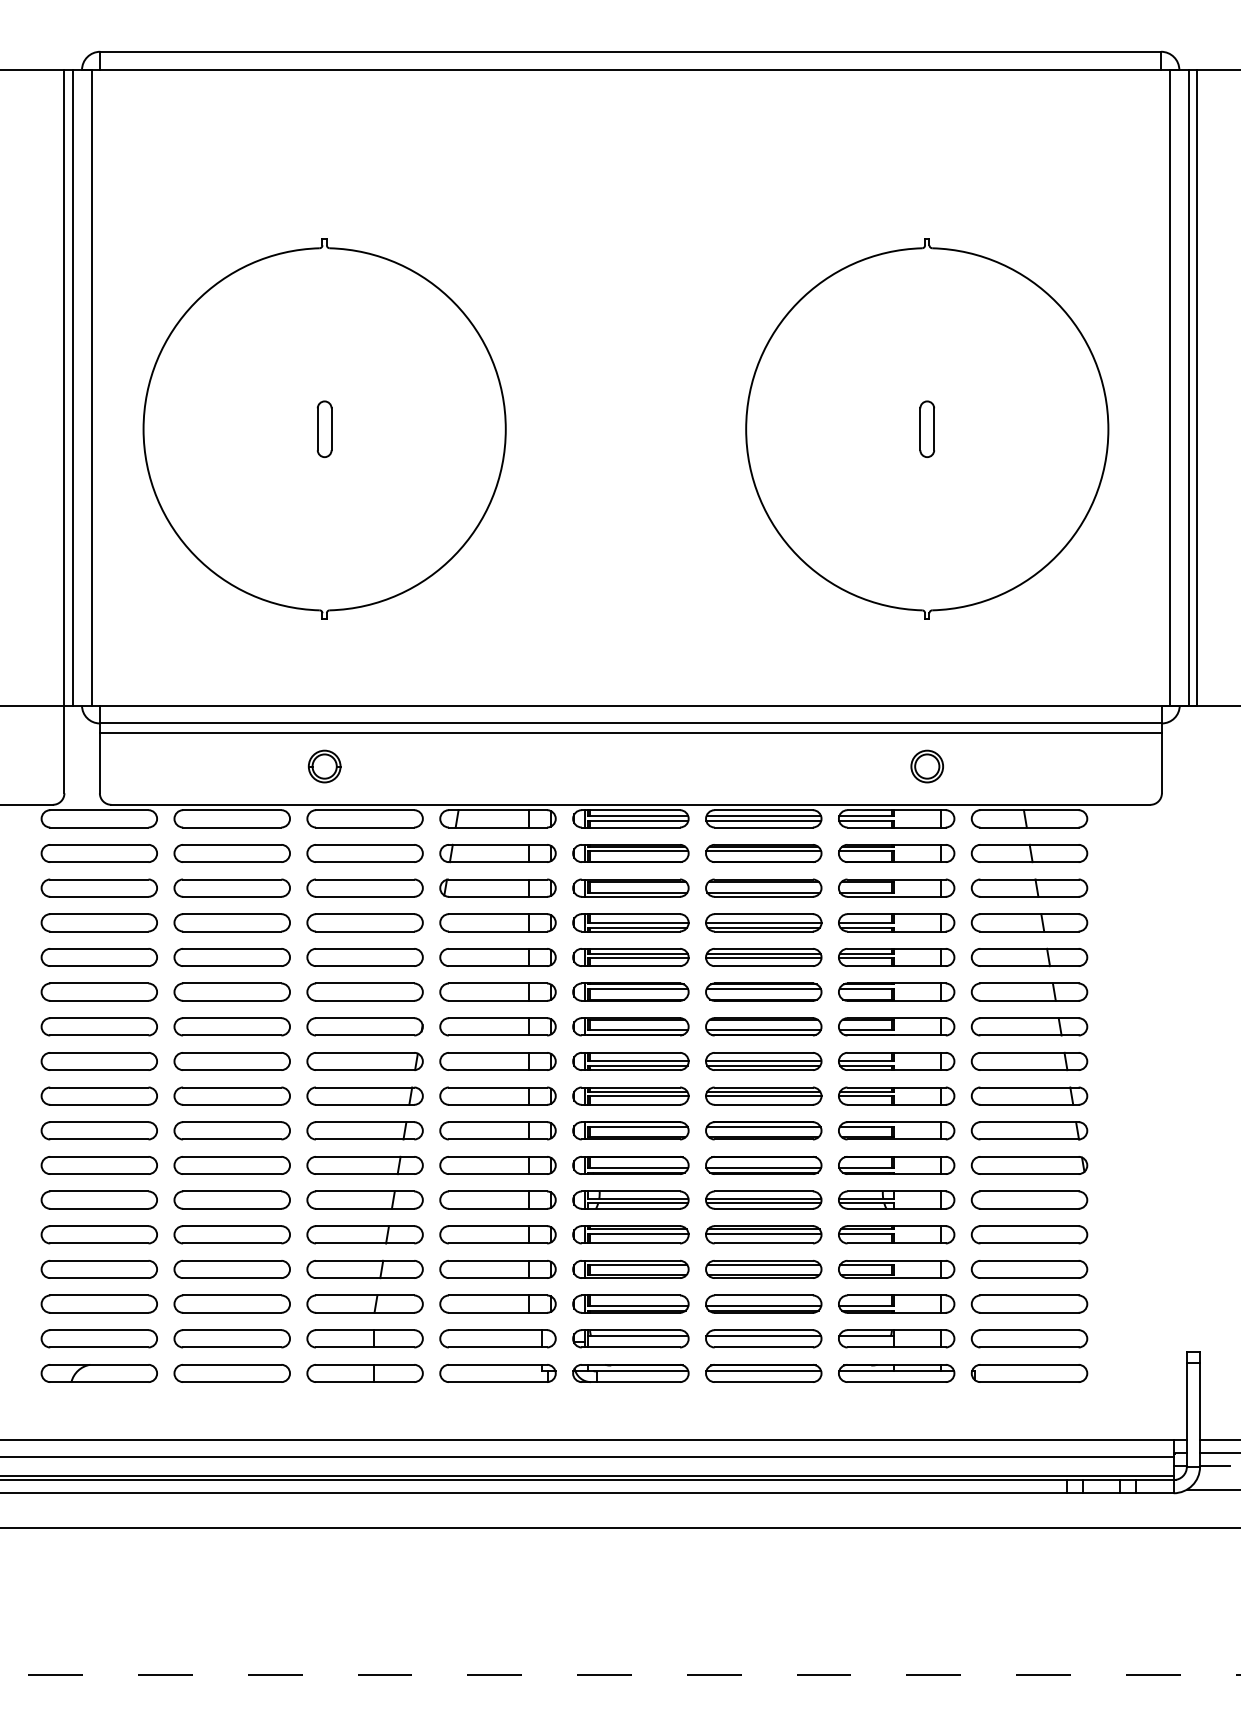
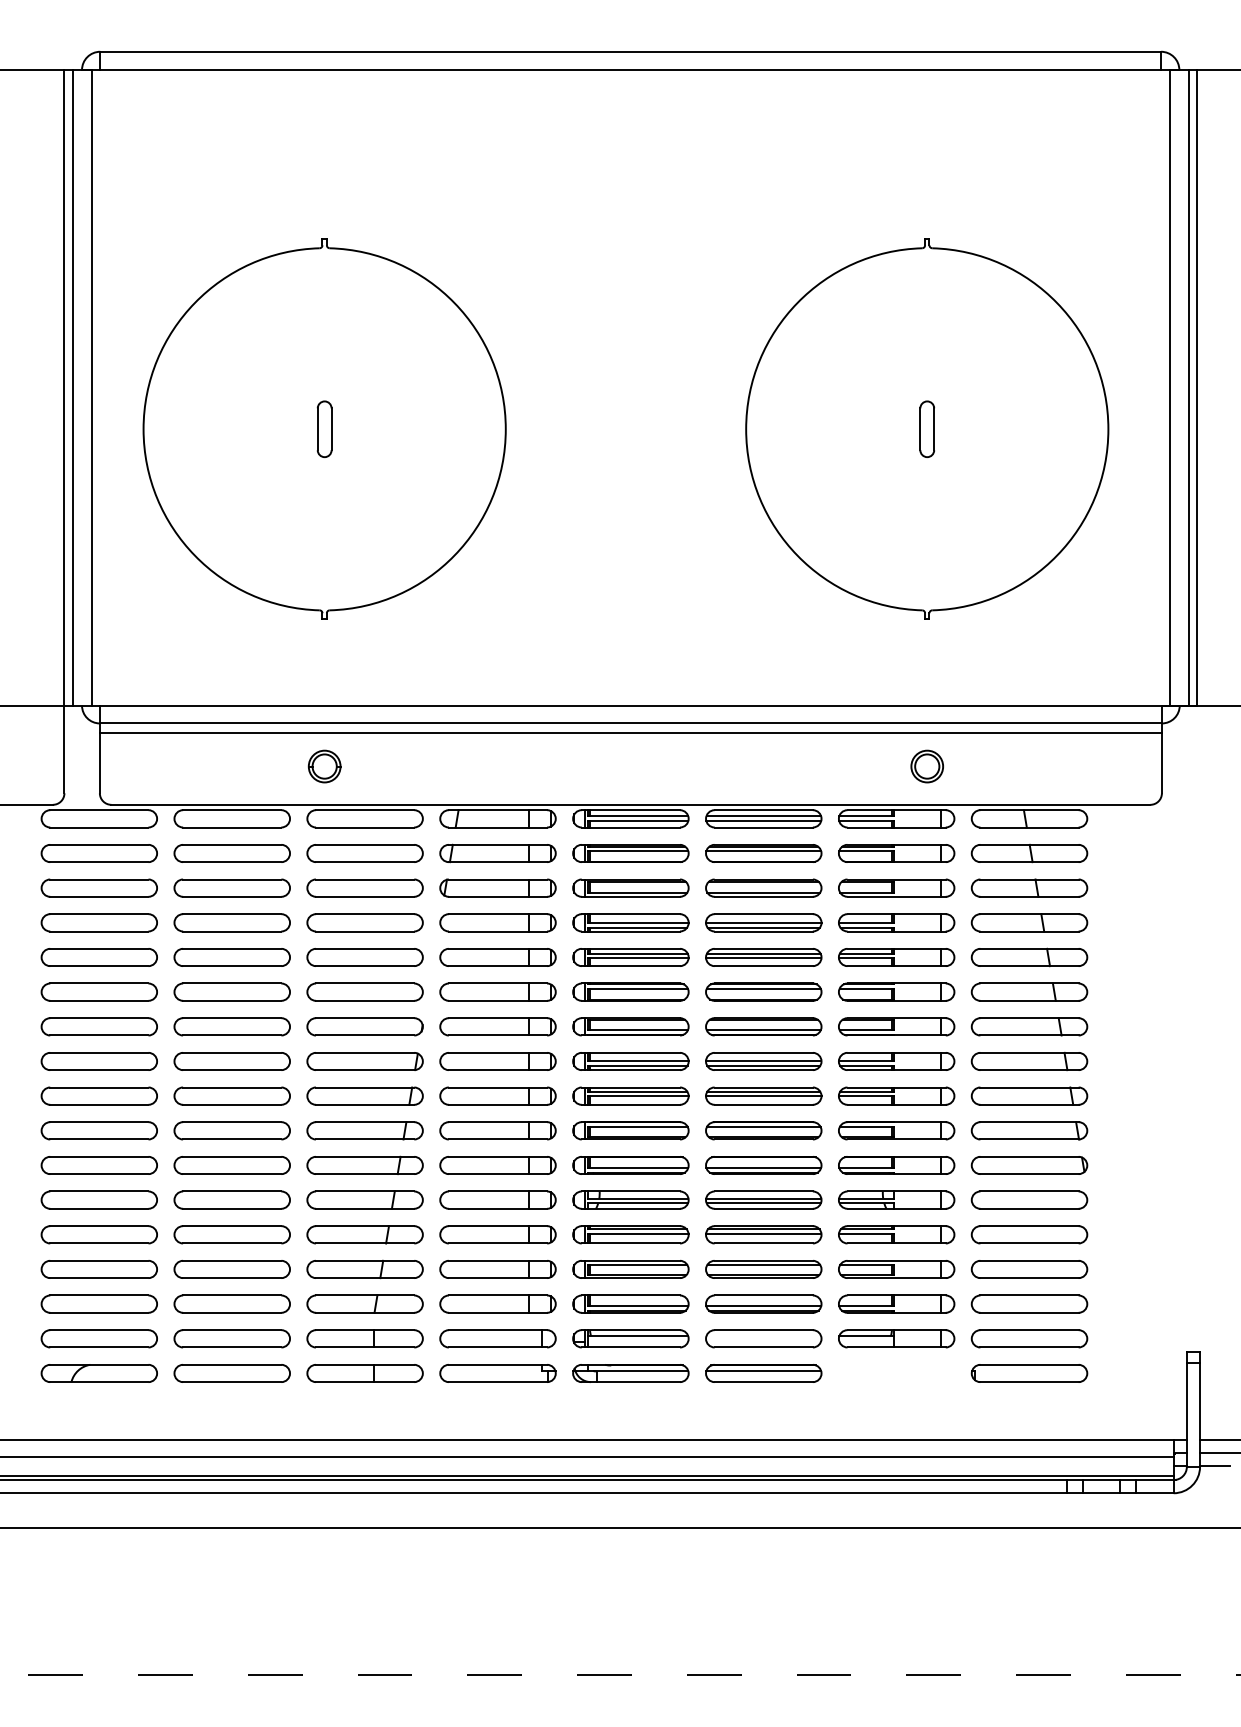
line at (763, 1336): present -> none
part at (896, 1373): present -> none
line at (1211, 1489): present -> none
